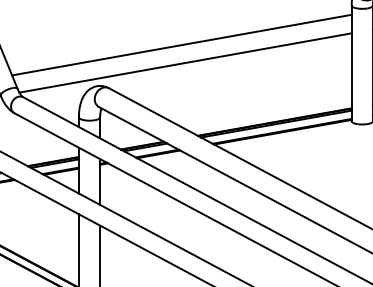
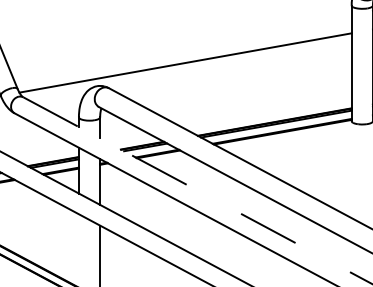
line at (181, 44): present -> none
line at (198, 191): solid -> dashed
line at (78, 248): present -> none
